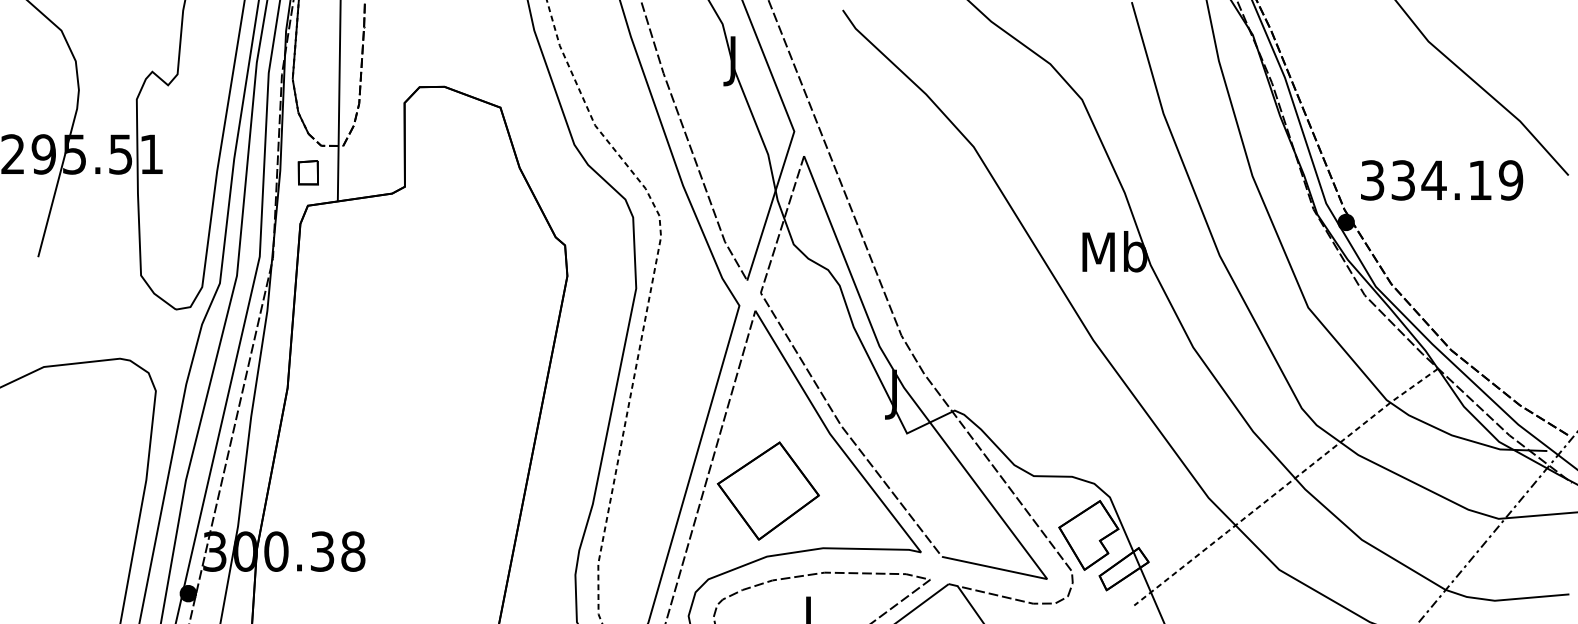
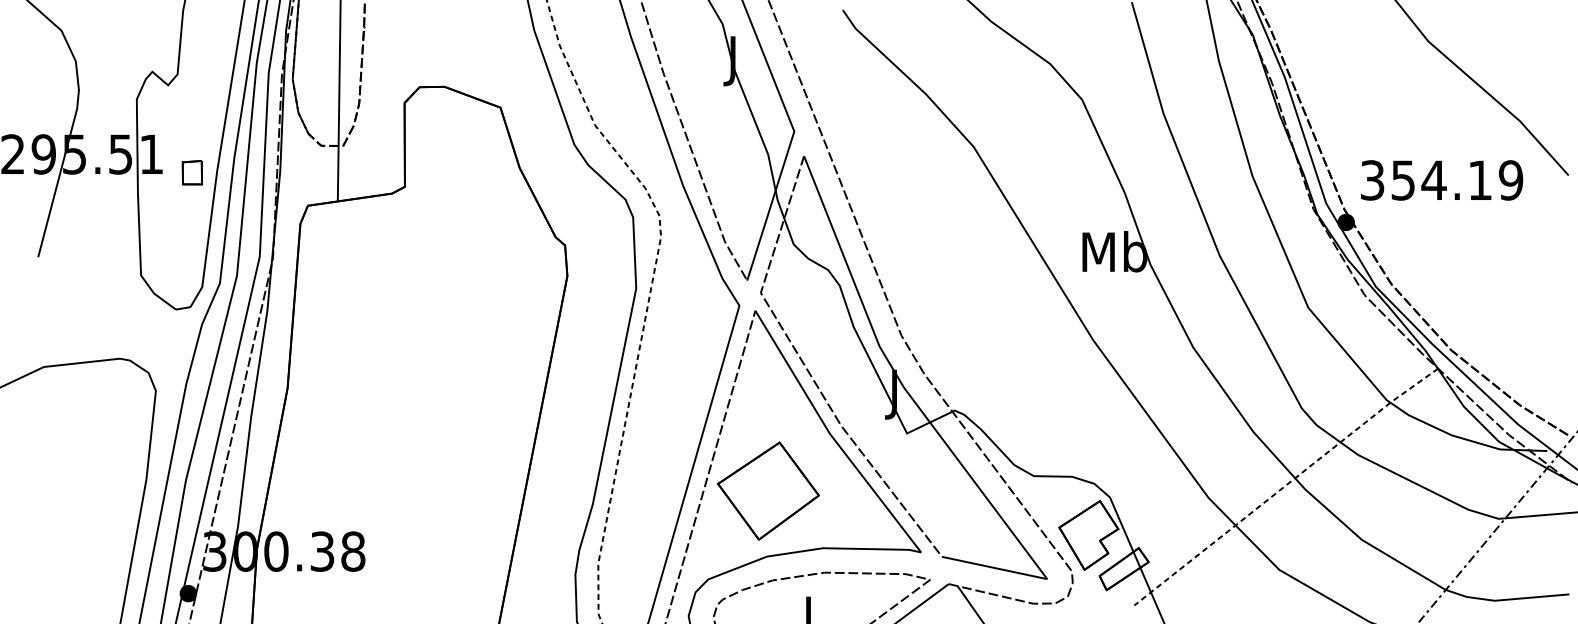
part at (307, 172) position: (307, 172) -> (191, 172)
text at (1403, 180): 334.19 -> 354.19
